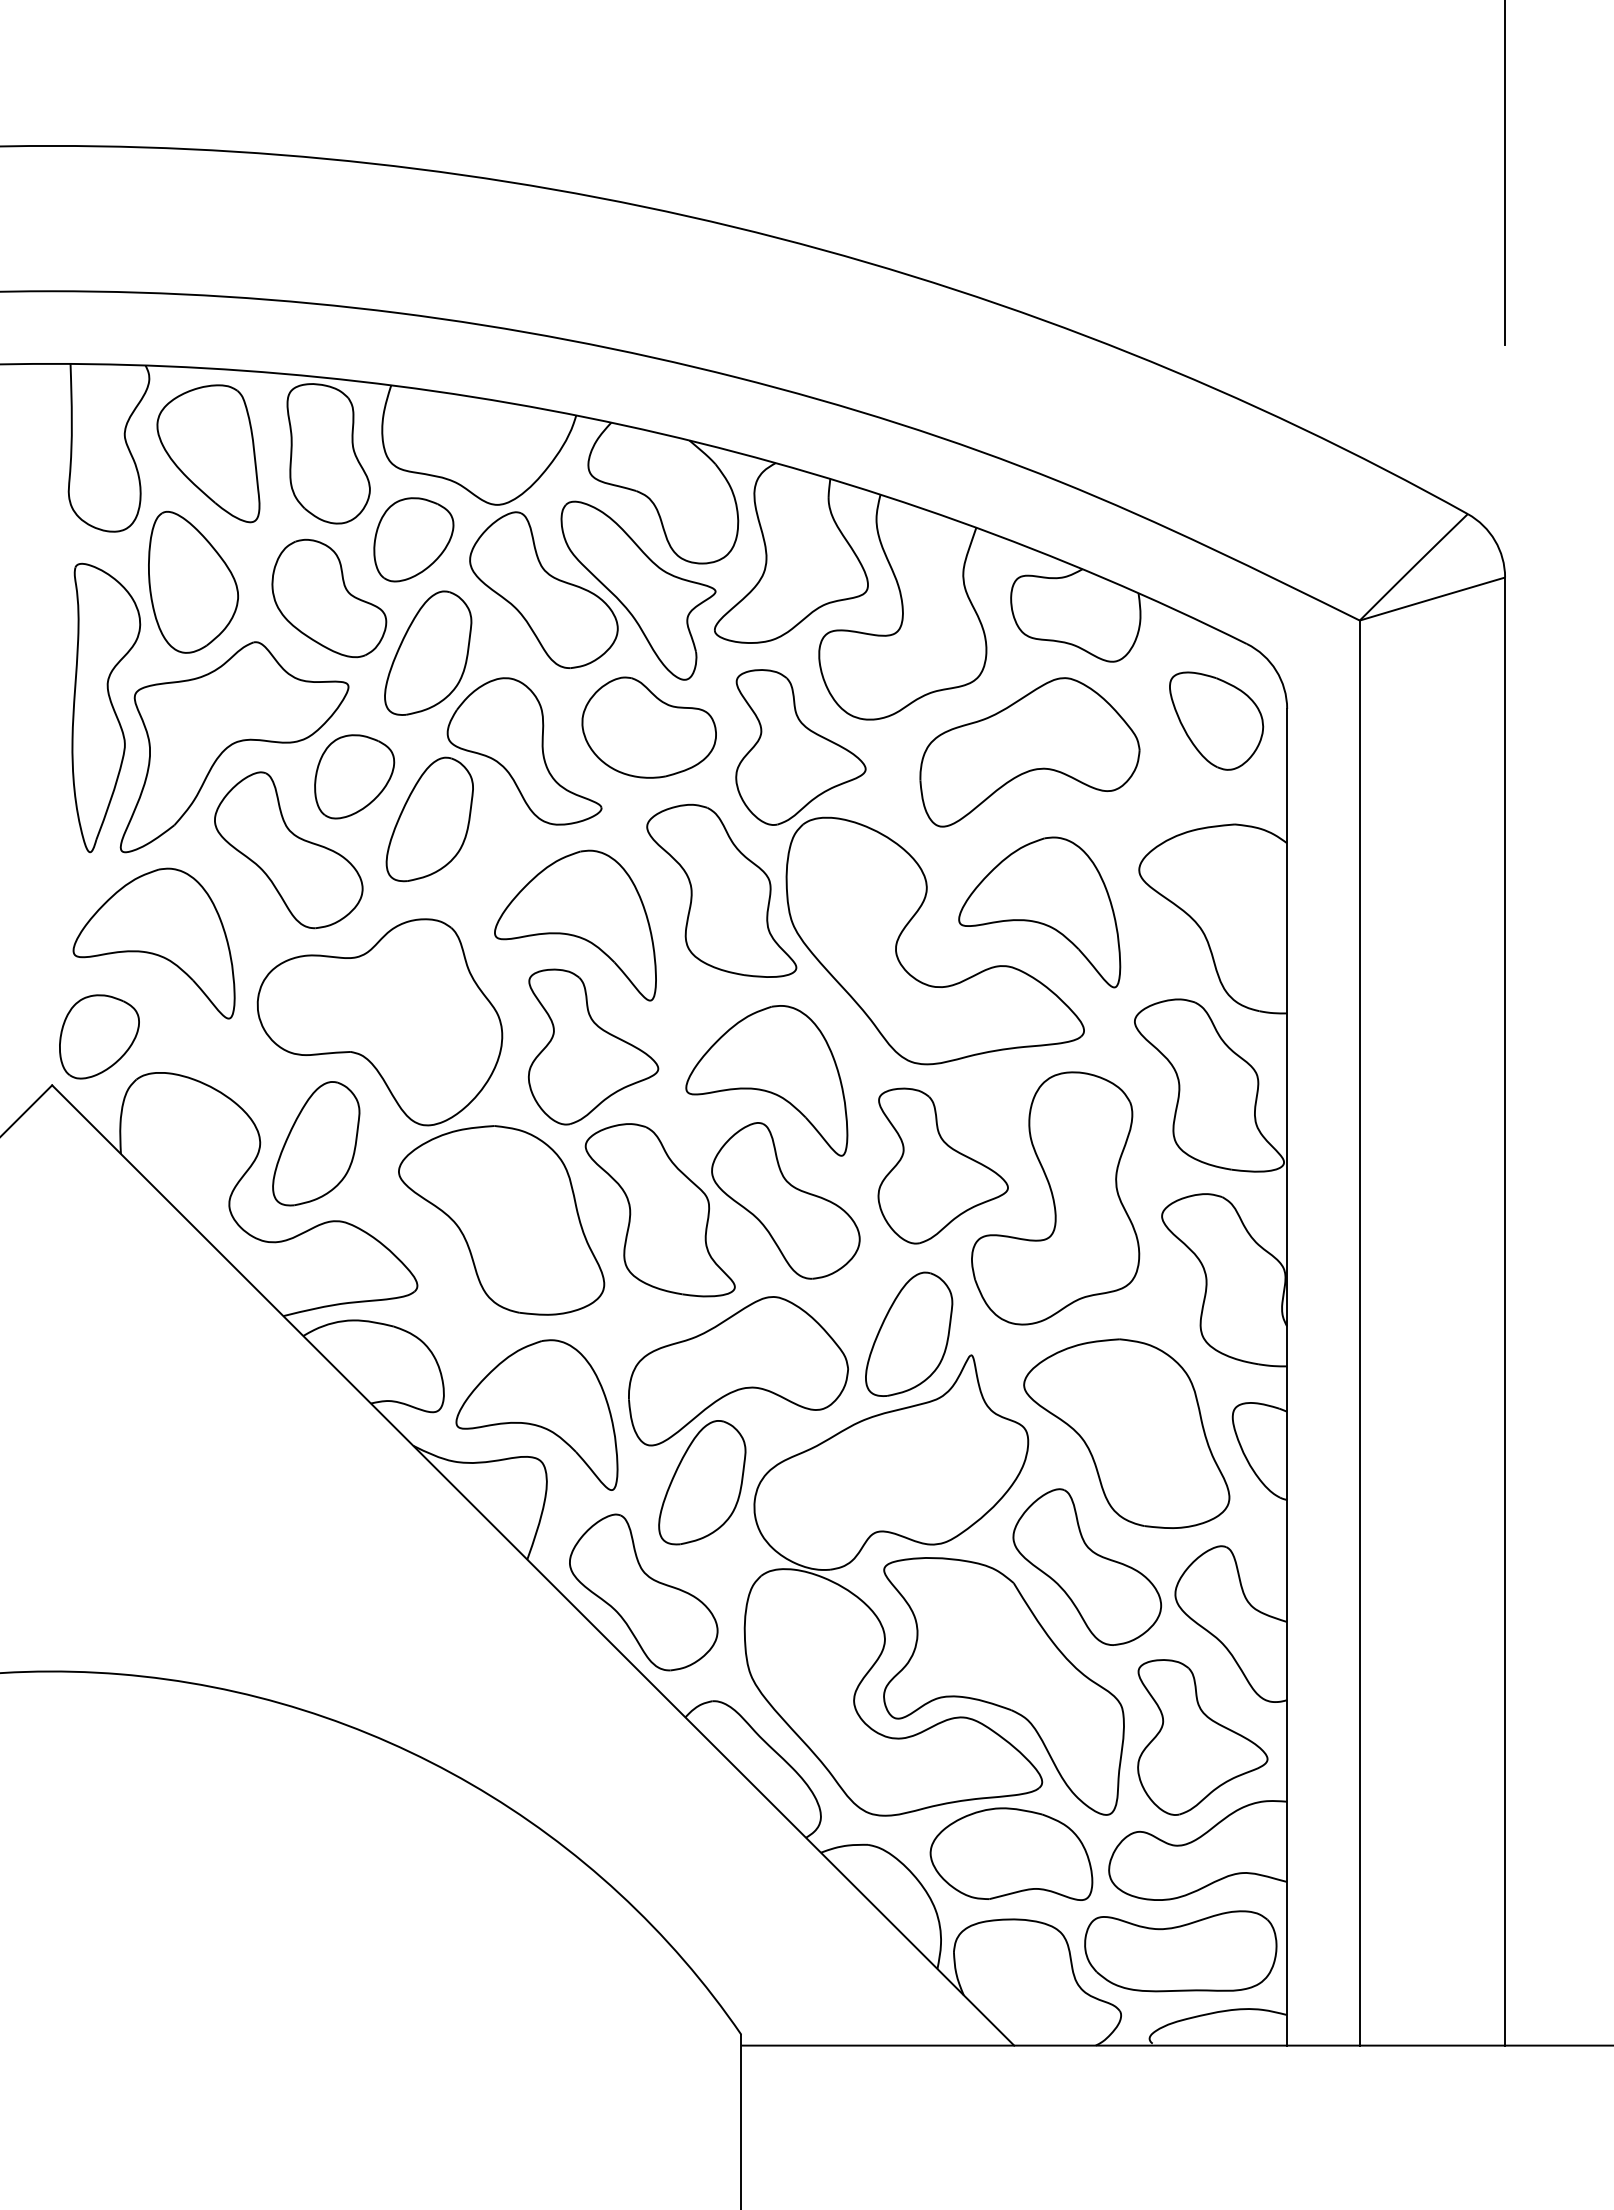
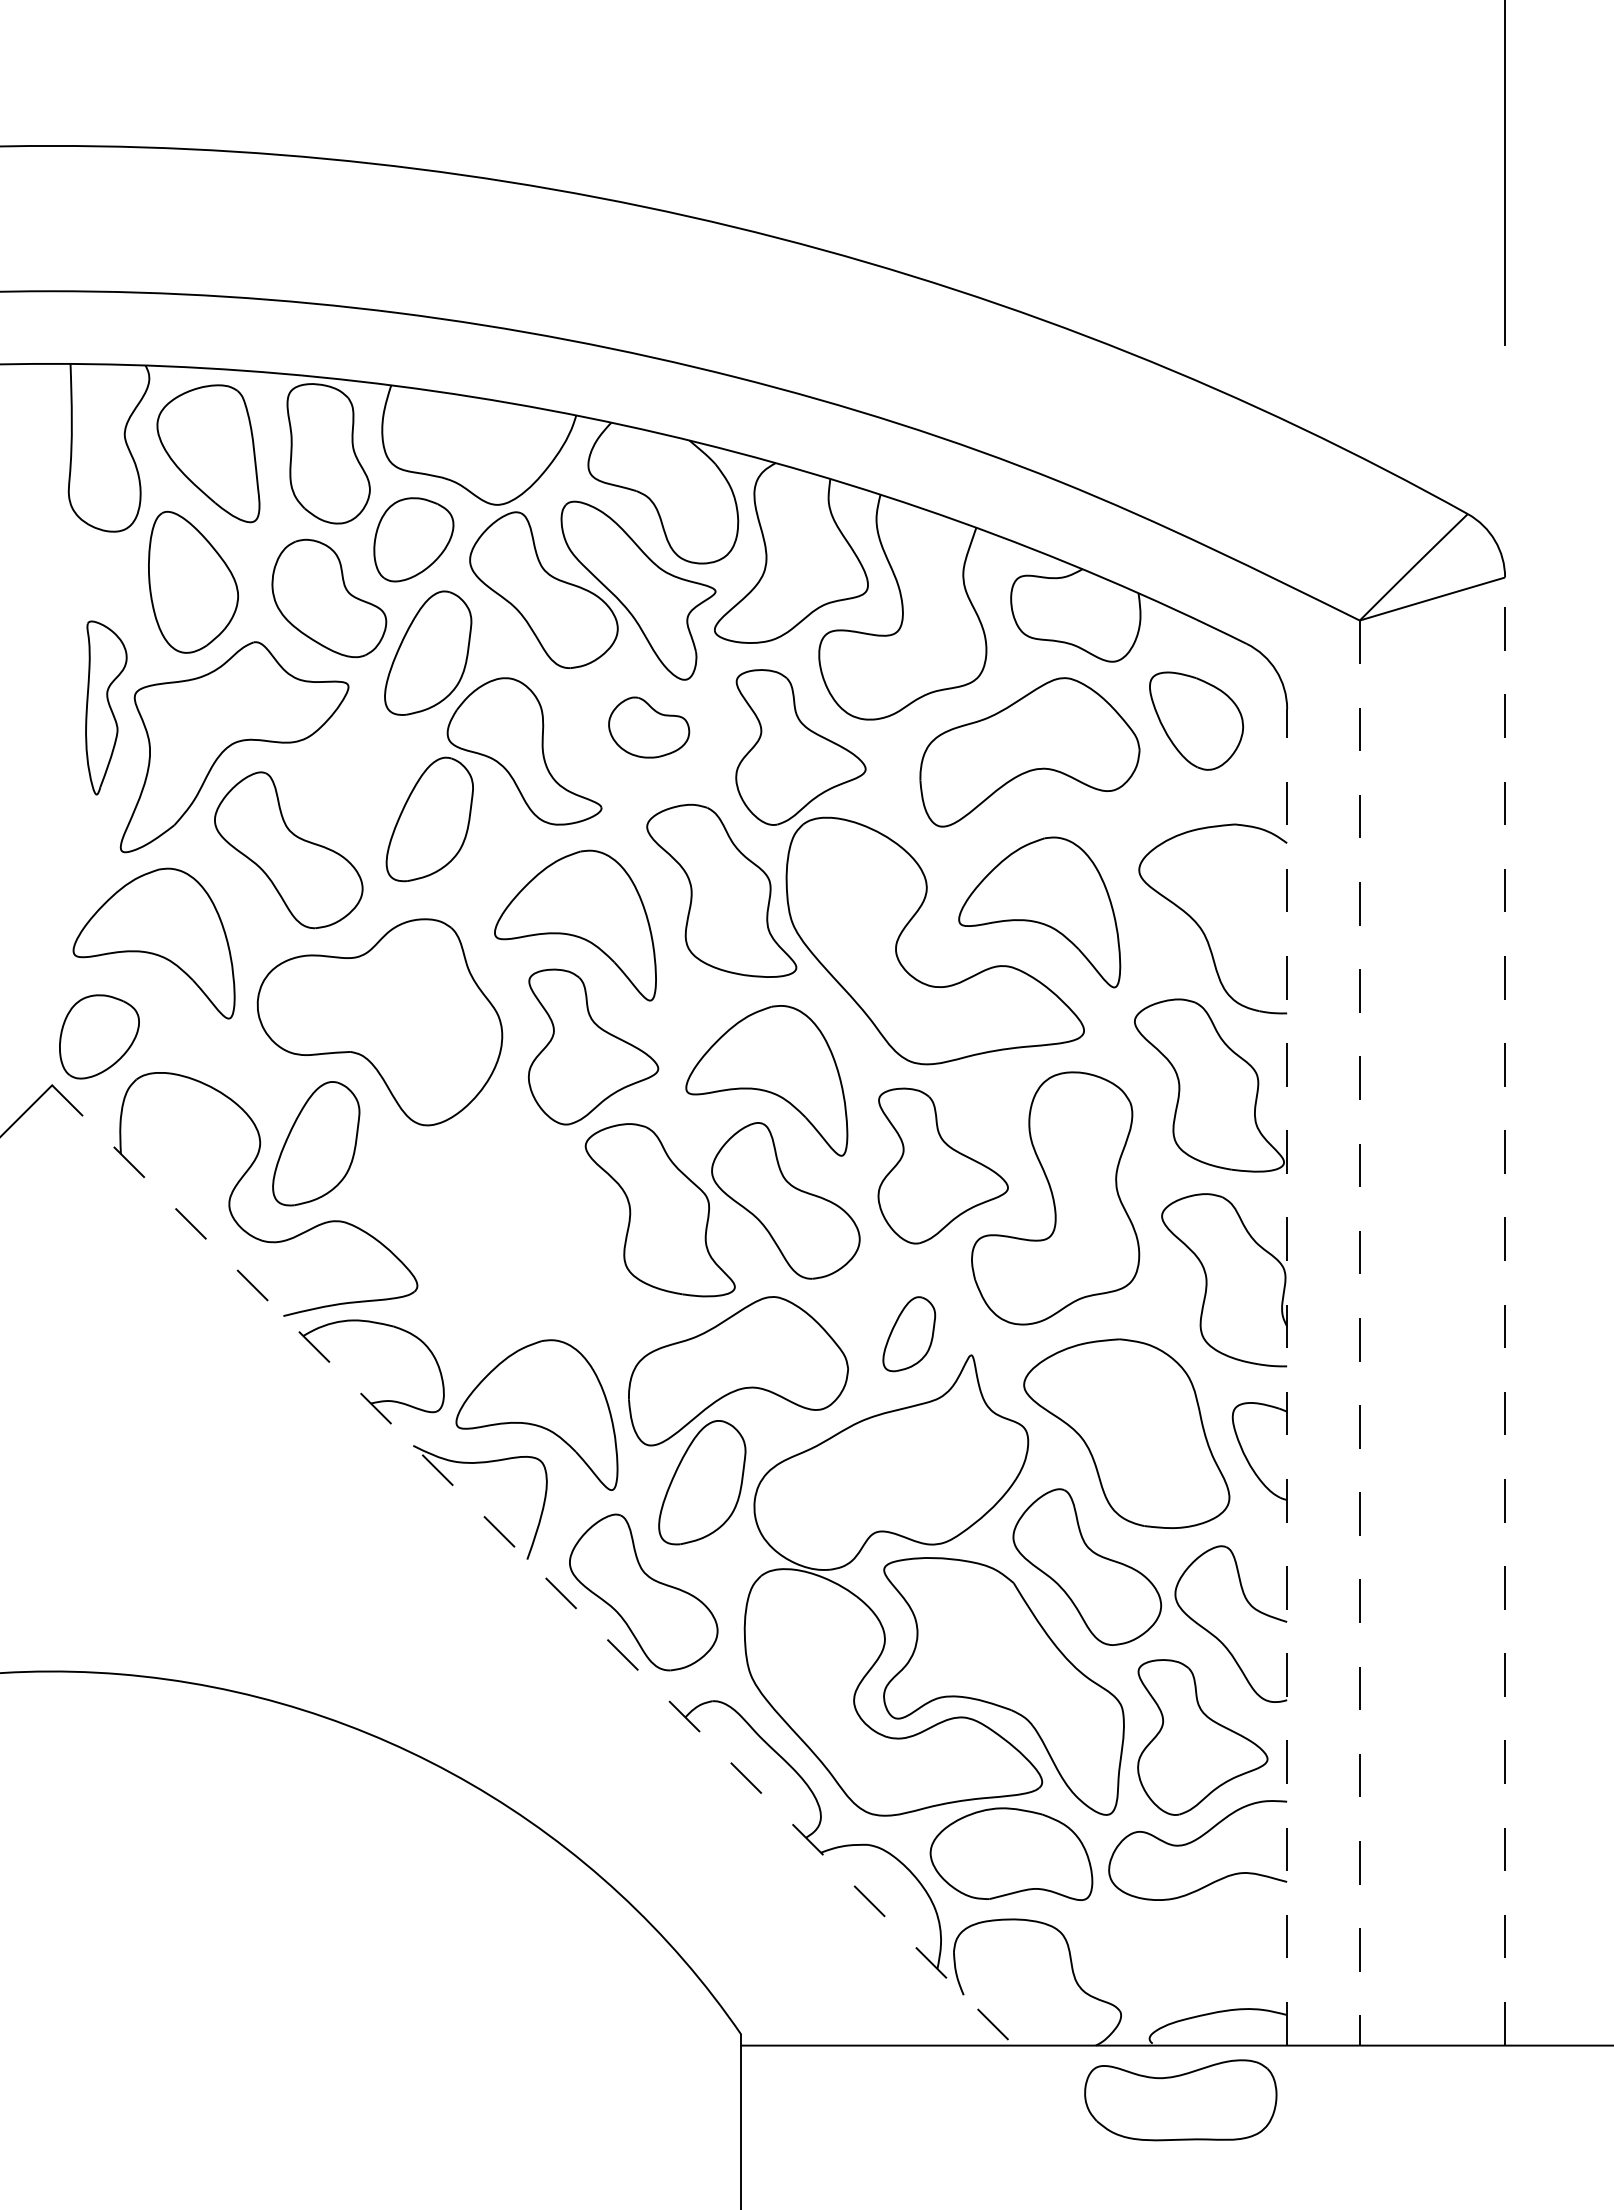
part at (106, 707) size: 71x292 px -> 43x176 px
part at (1216, 720) position: (1216, 720) -> (1196, 720)
part at (648, 727) size: 136x103 px -> 83x63 px
part at (354, 776): present -> none
part at (501, 1220): present -> none
line at (1505, 1311): solid -> dashed
part at (909, 1333) size: 89x126 px -> 55x77 px
line at (1359, 1333): solid -> dashed
line at (1287, 1376): solid -> dashed
line at (533, 1565): solid -> dashed
part at (1180, 1951) position: (1180, 1951) -> (1180, 2100)
